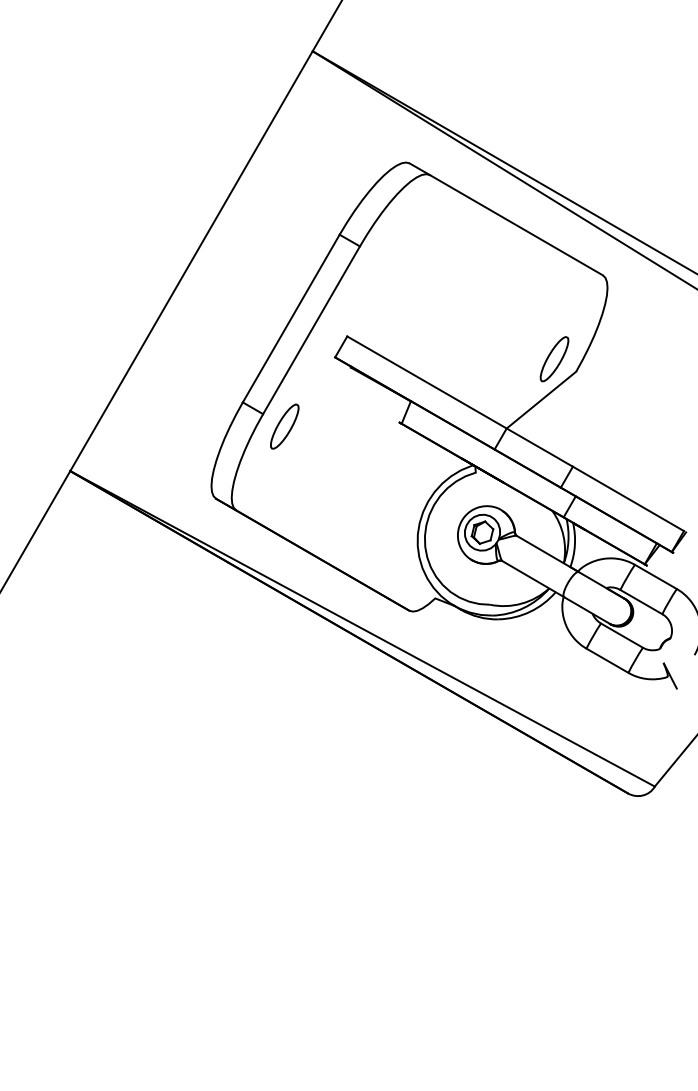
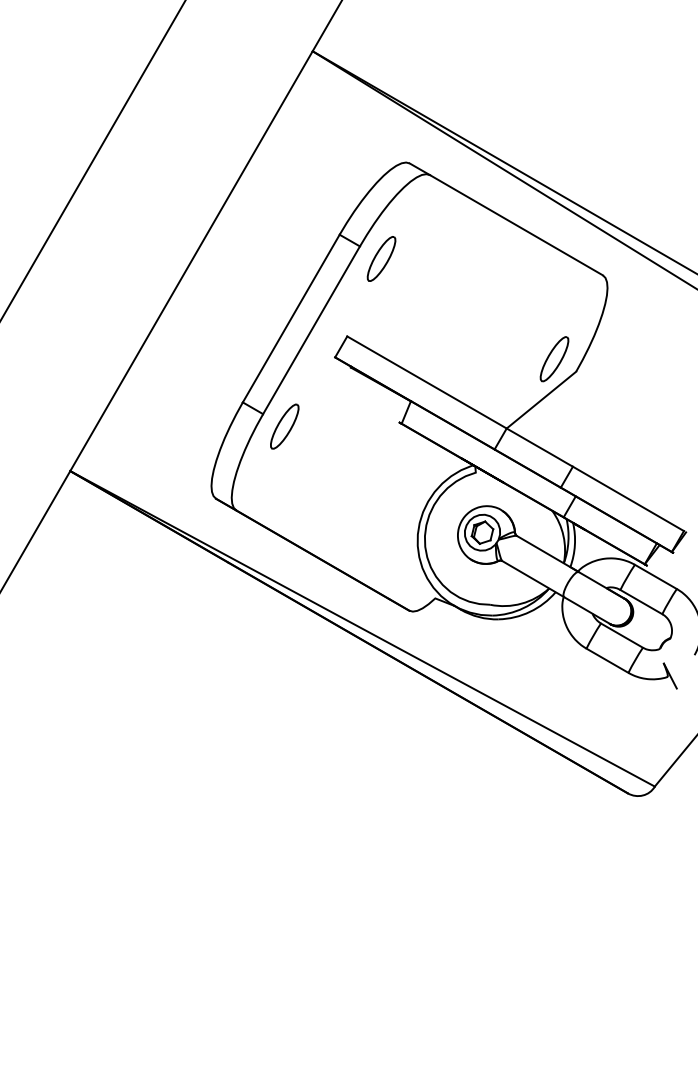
line at (93, 159): none -> present
part at (381, 258): none -> present
